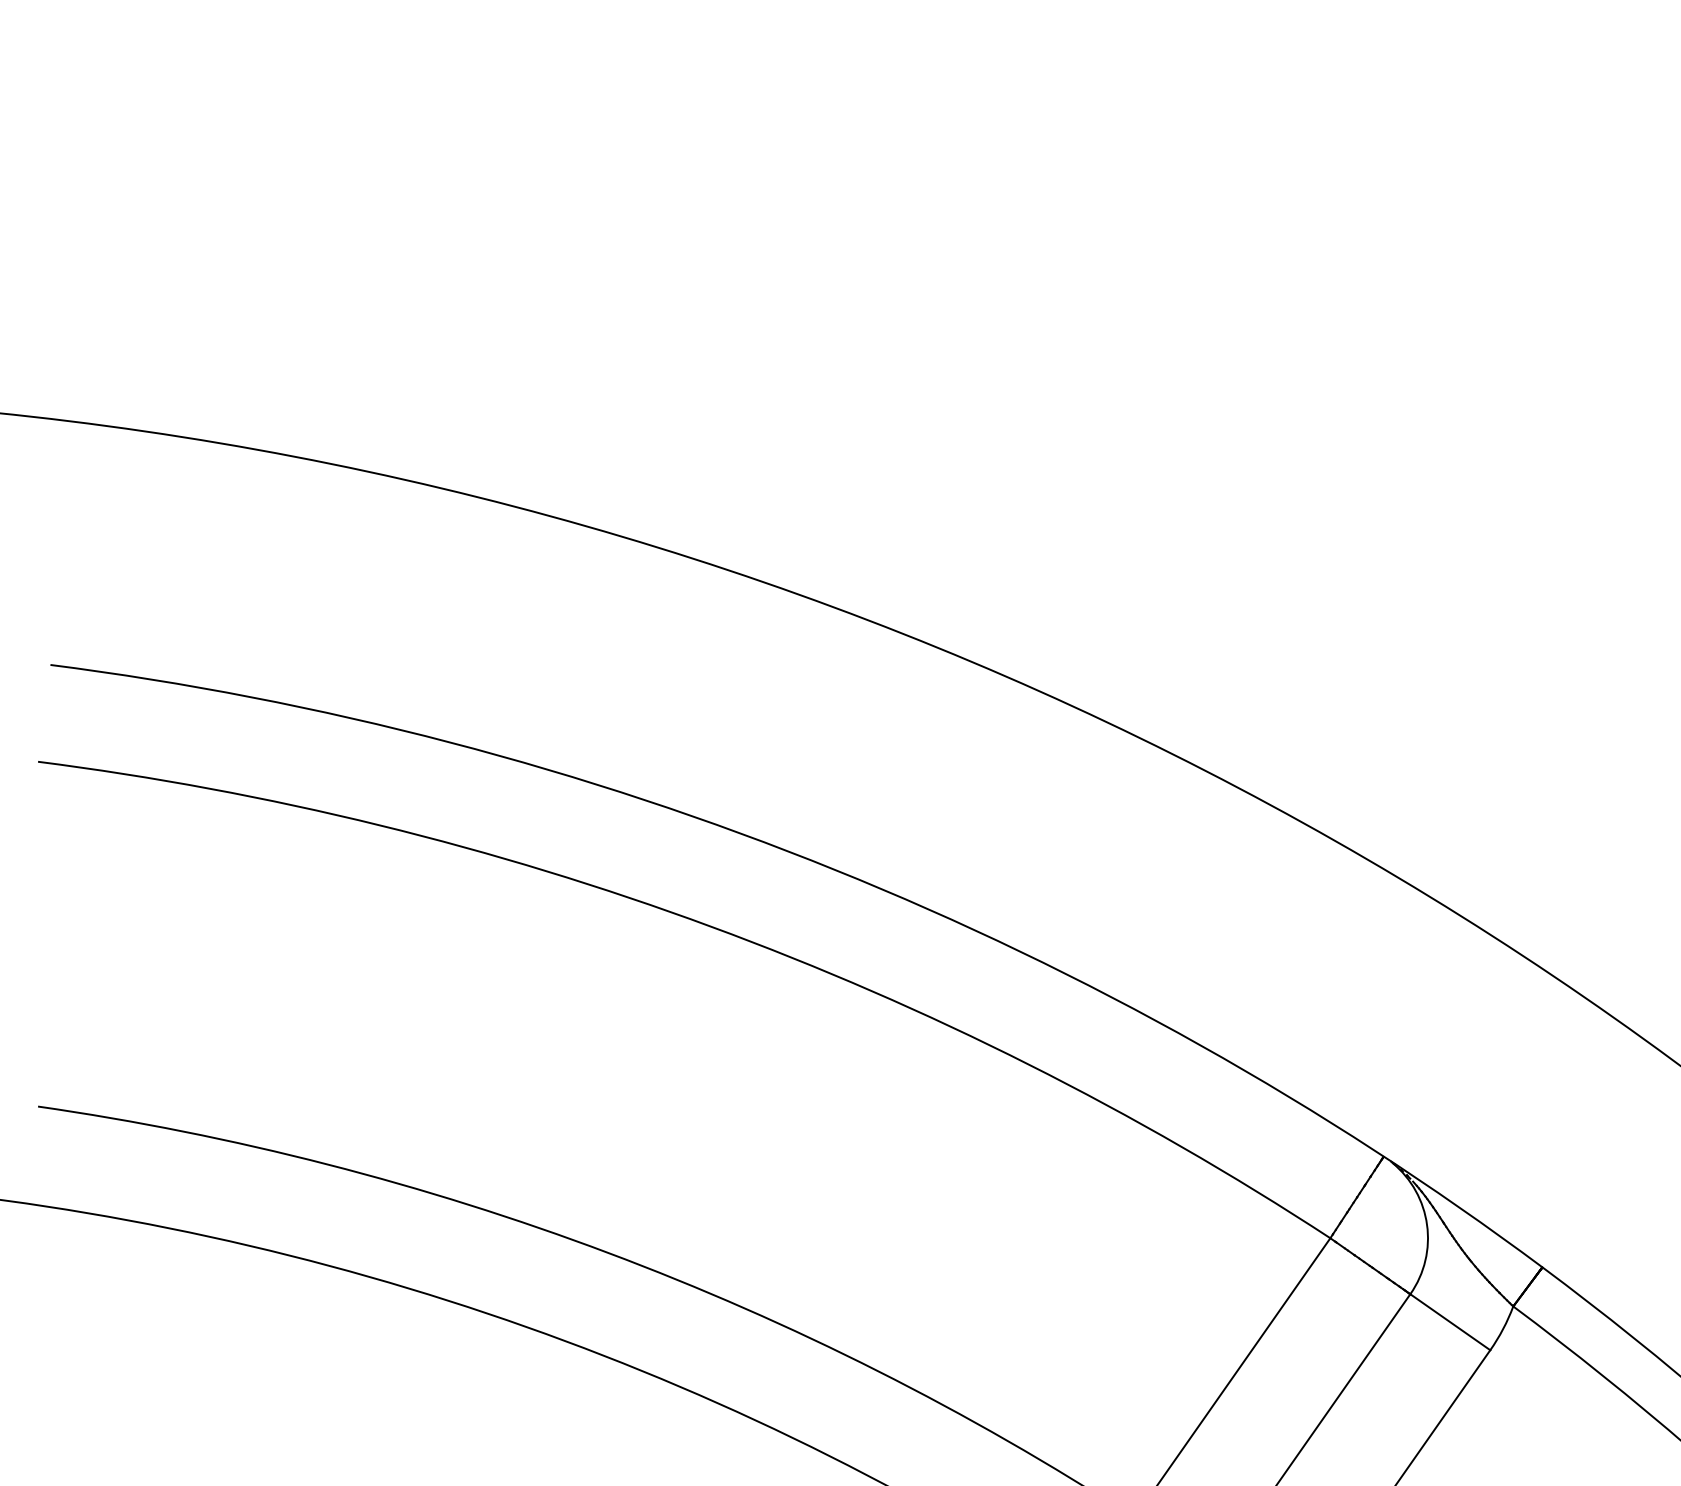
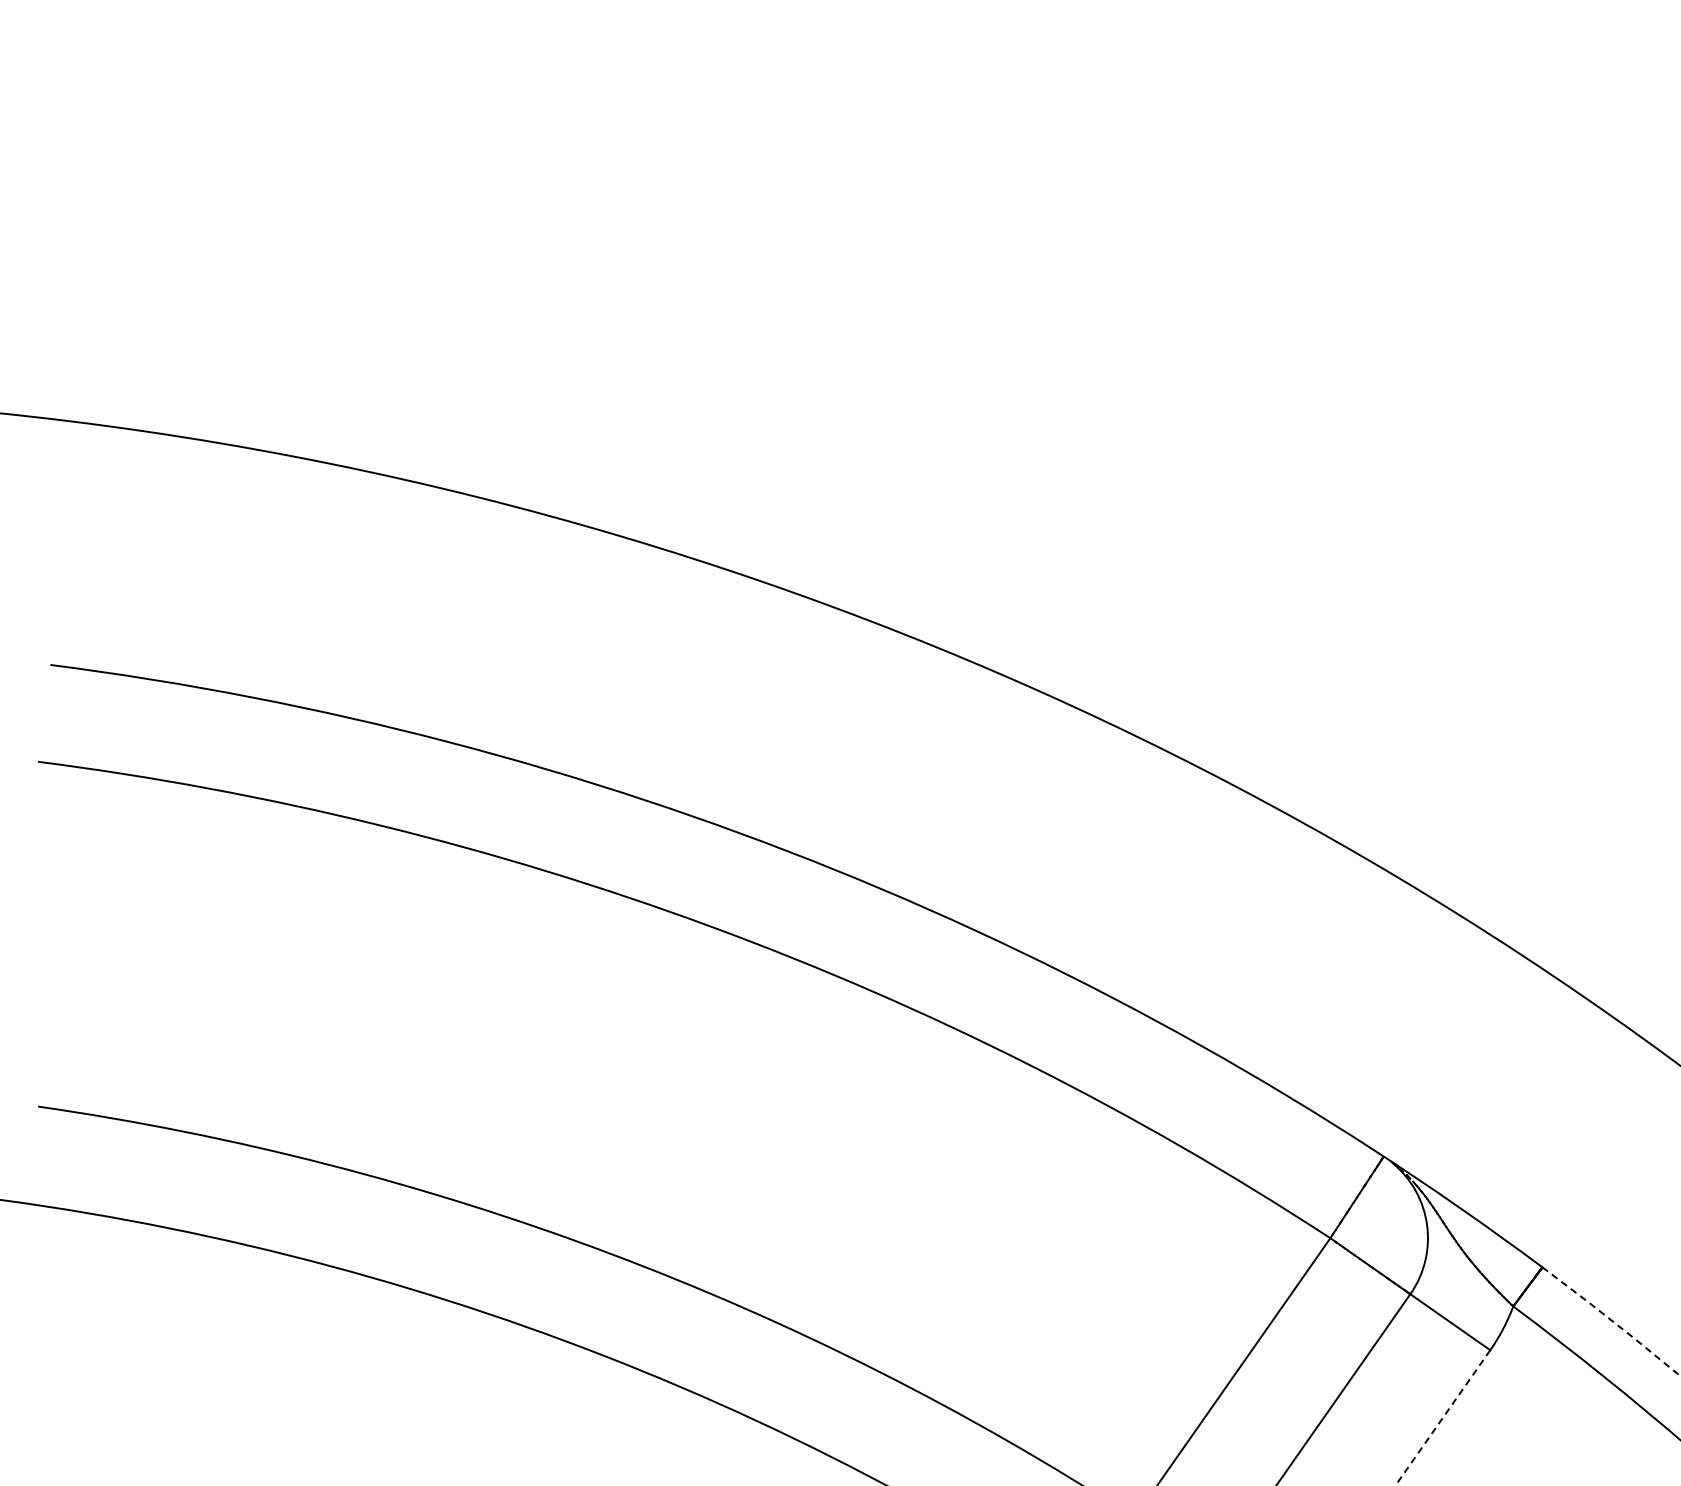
arc at (1612, 1321): solid -> dashed
line at (1442, 1418): solid -> dashed
